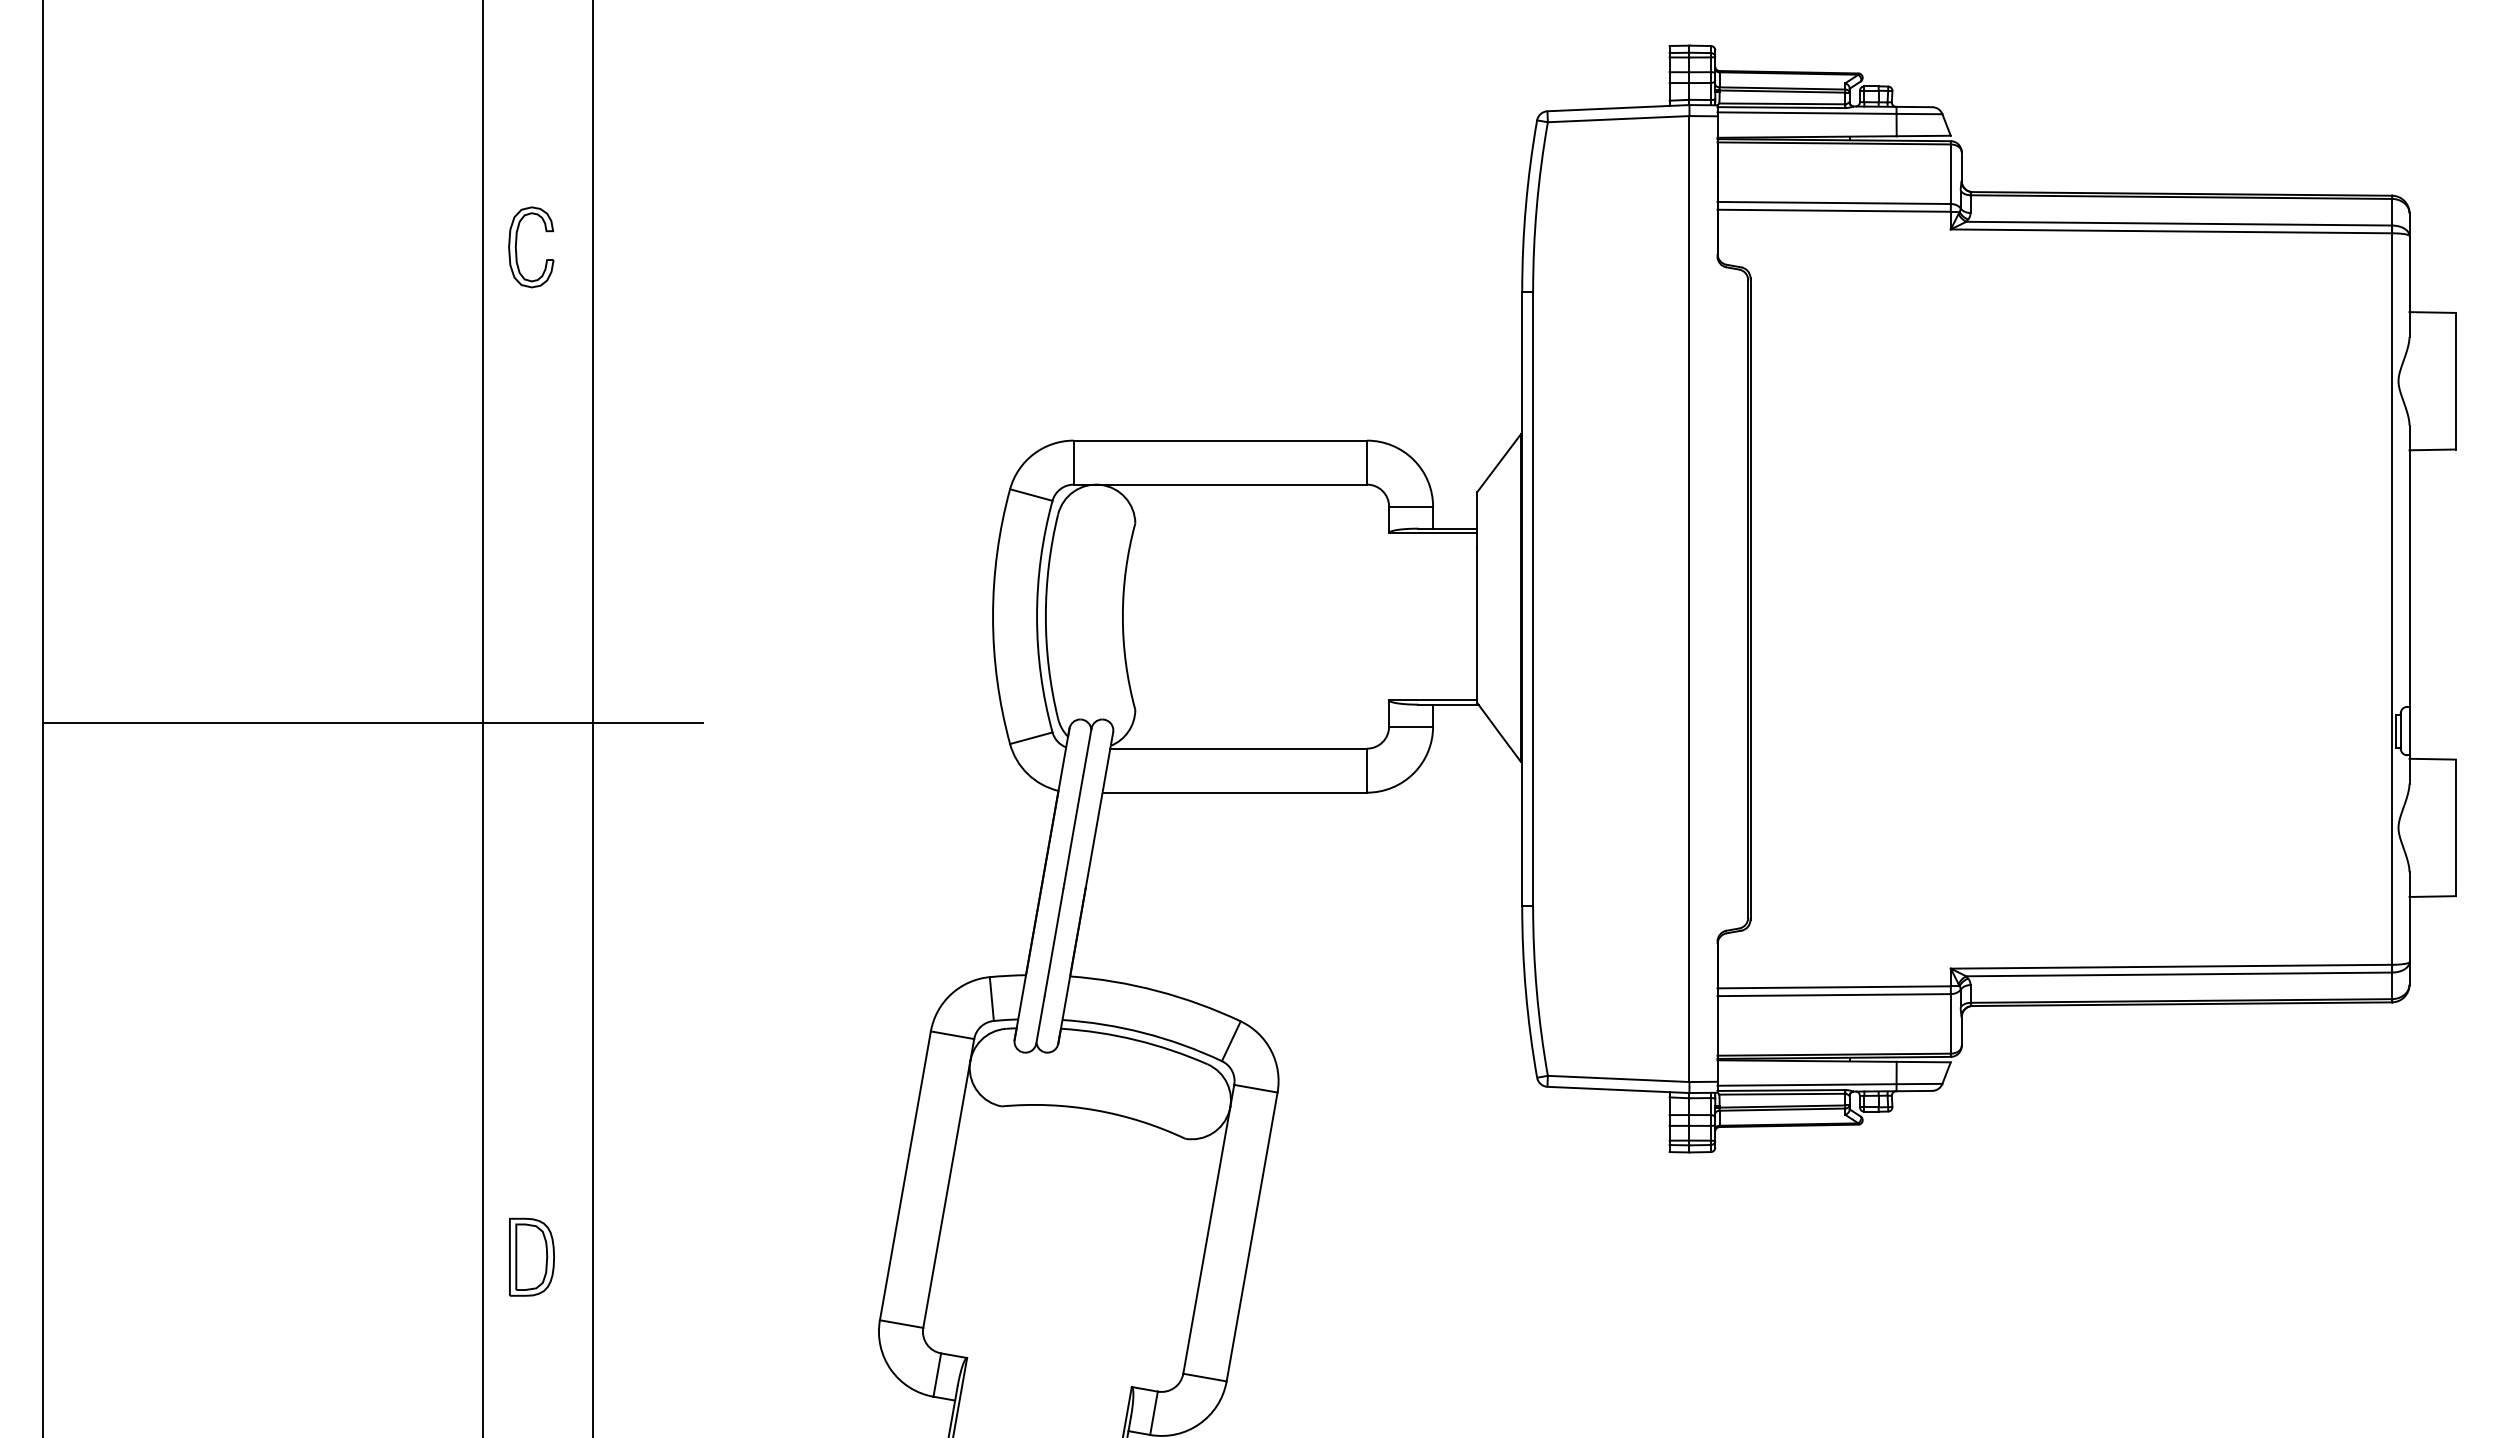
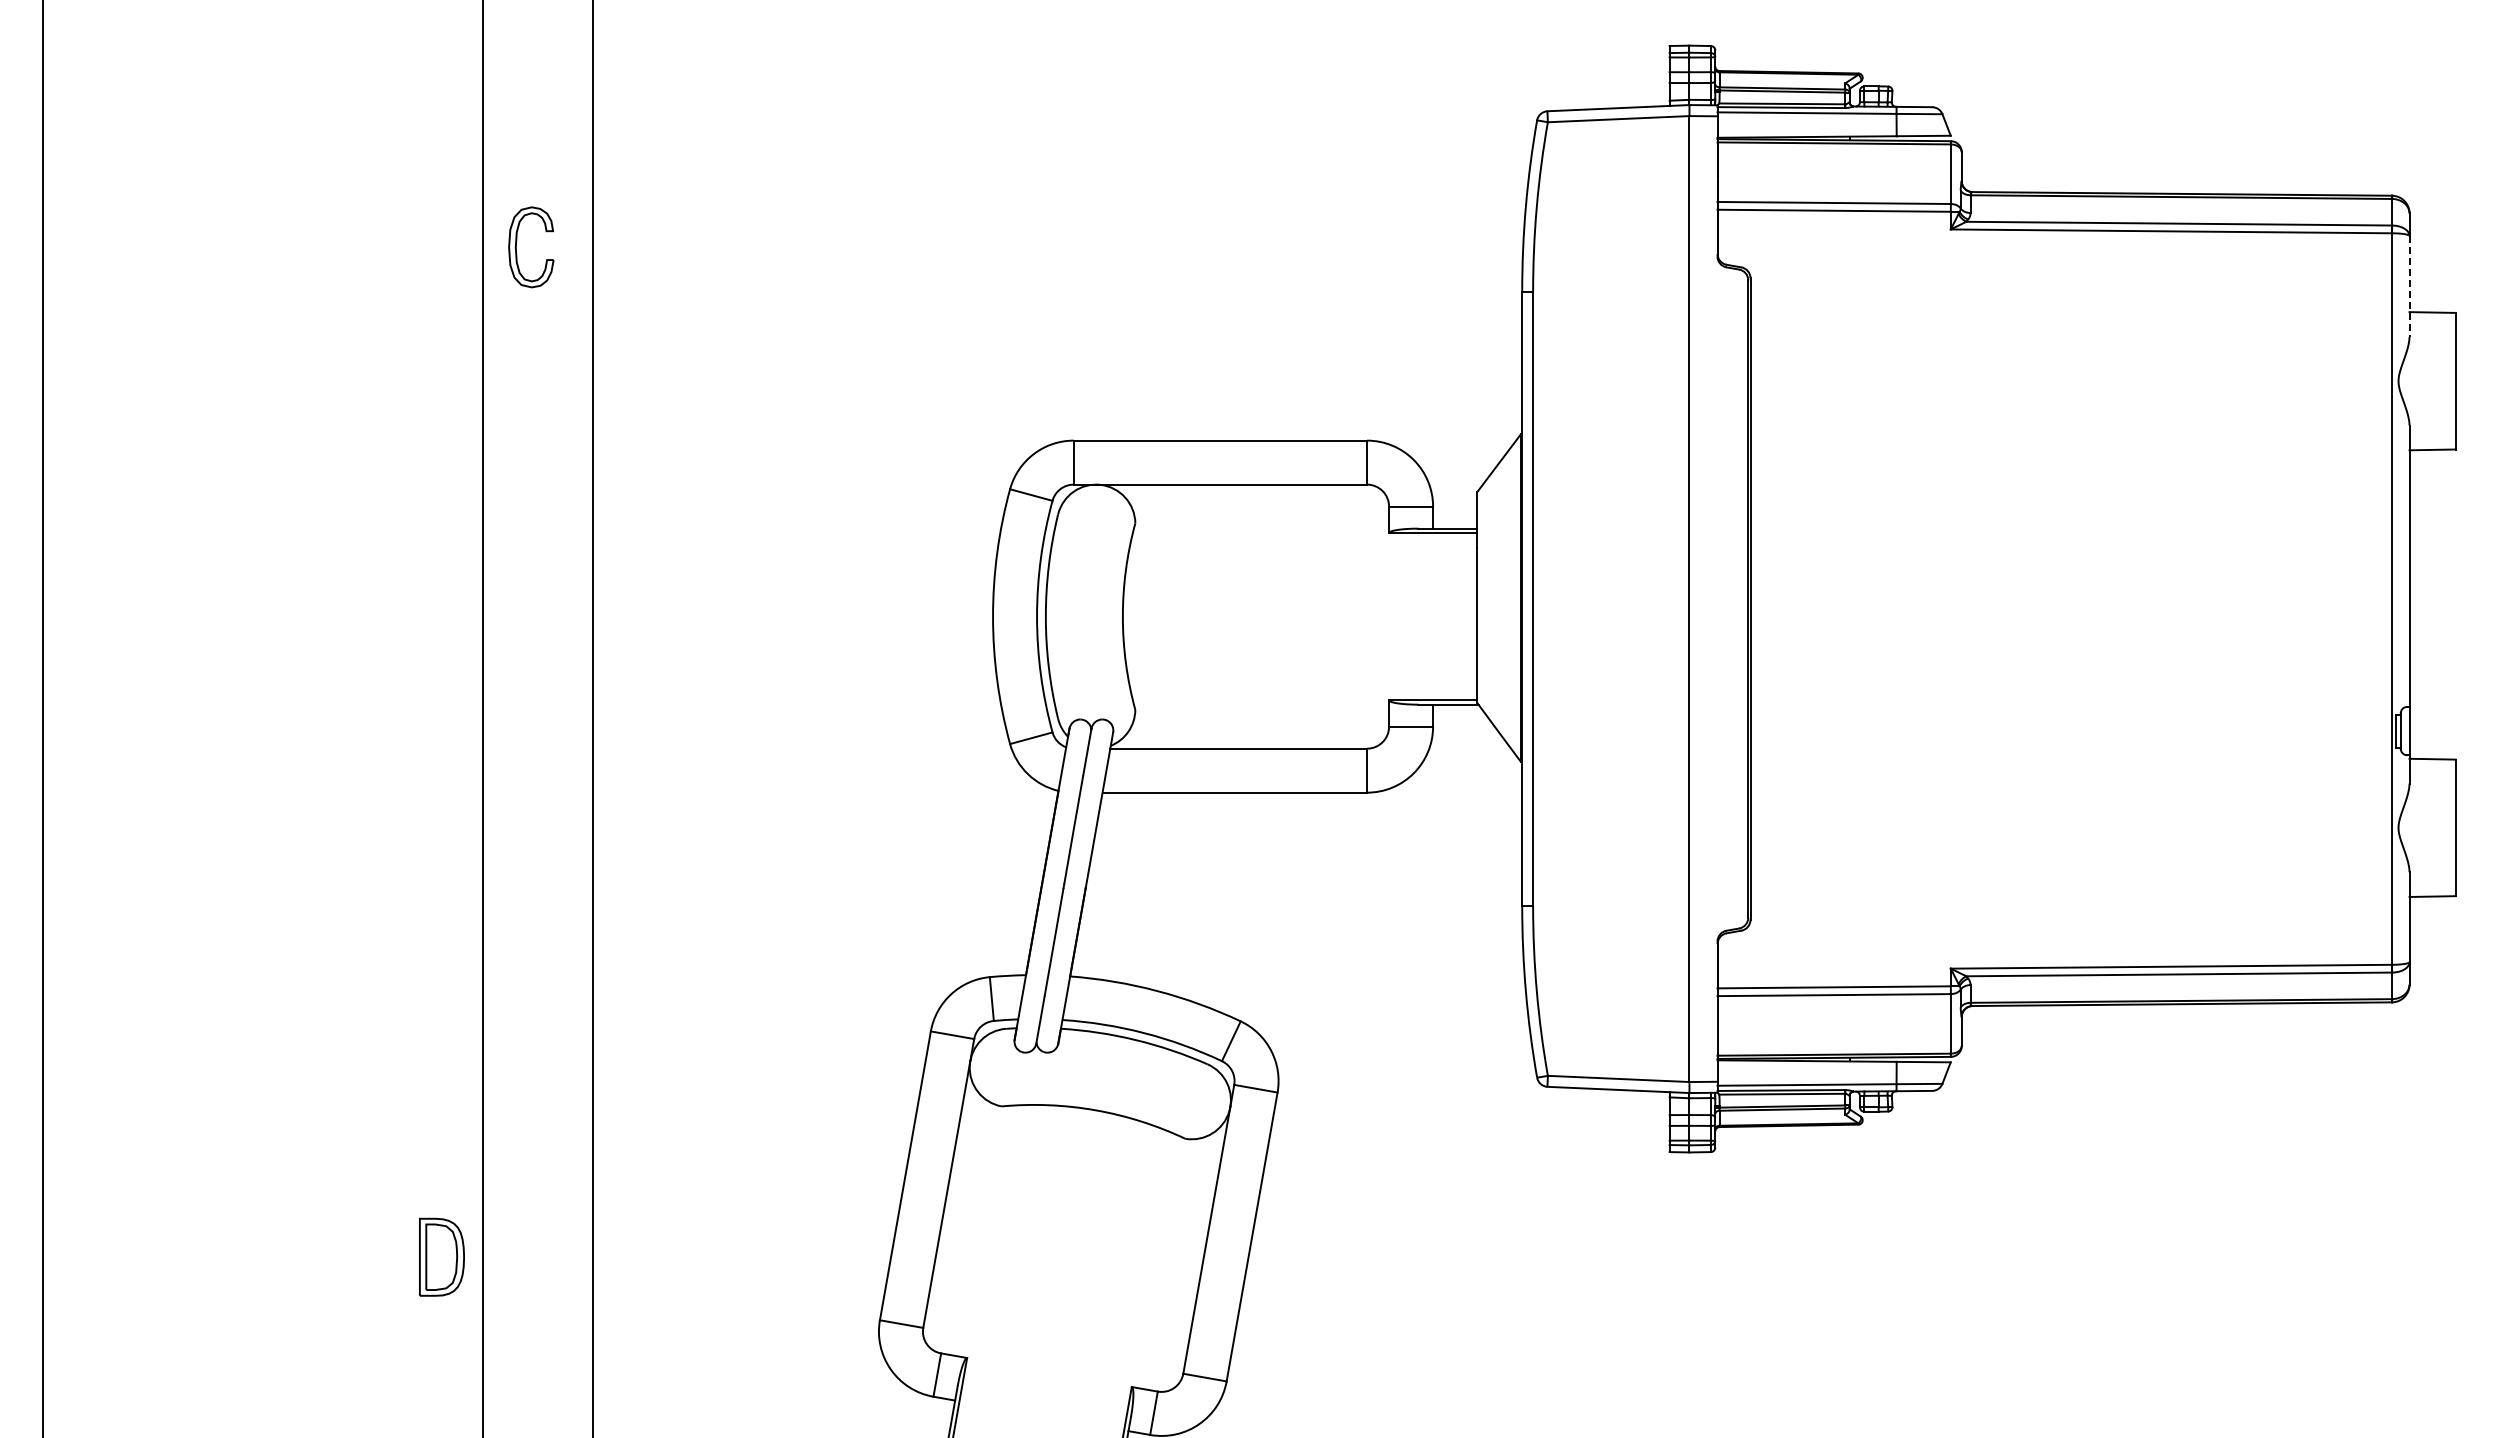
line at (2409, 286): solid -> dashed
line at (373, 723): present -> none
part at (531, 1256) position: (531, 1256) -> (441, 1256)
